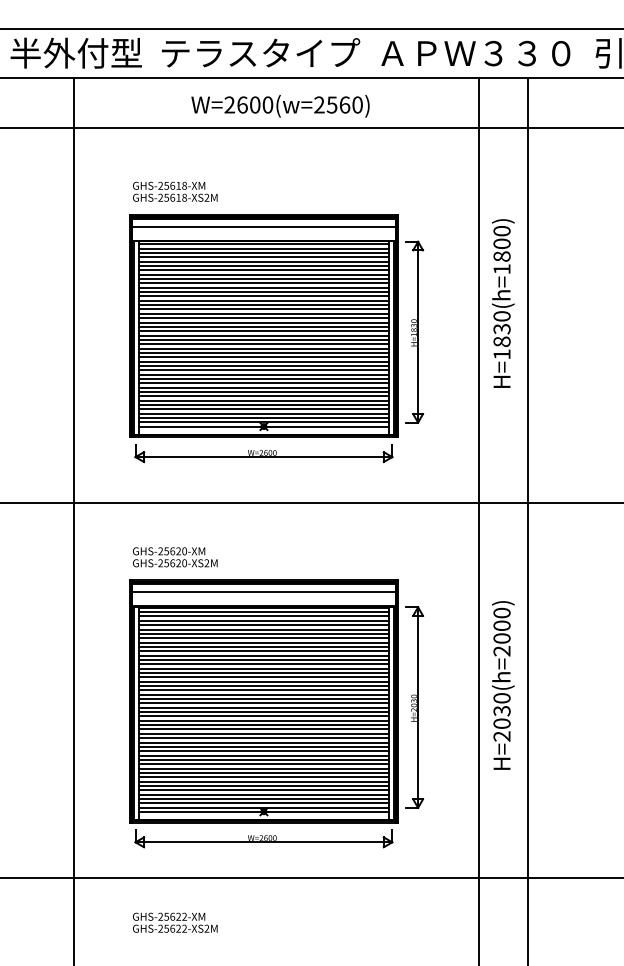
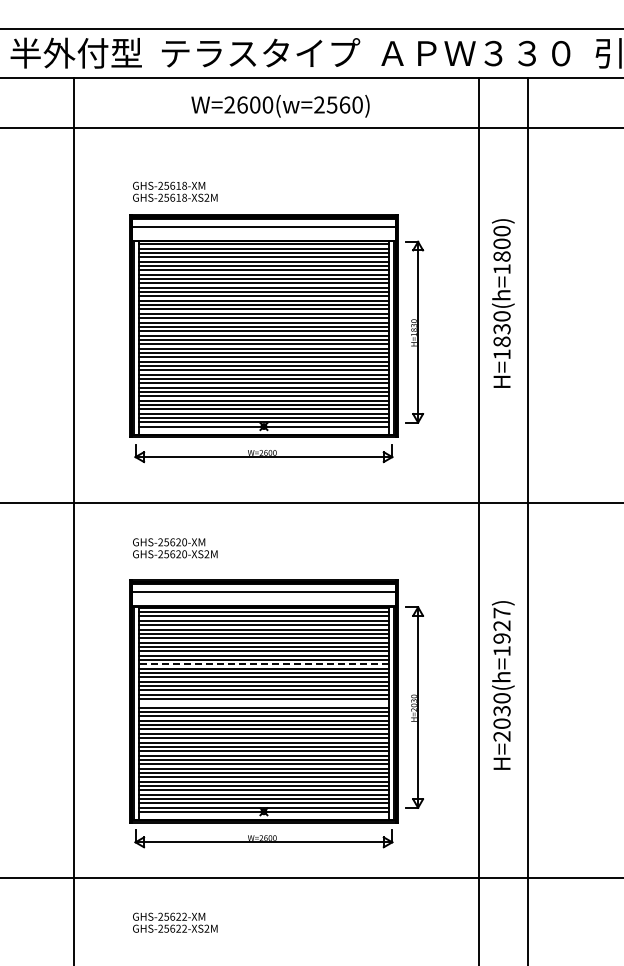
text at (175, 557) position: (175, 557) -> (175, 548)
text at (501, 631): H=2030(h=2000) -> H=2030(h=1927)
line at (263, 664): solid -> dashed
line at (263, 703): present -> none
